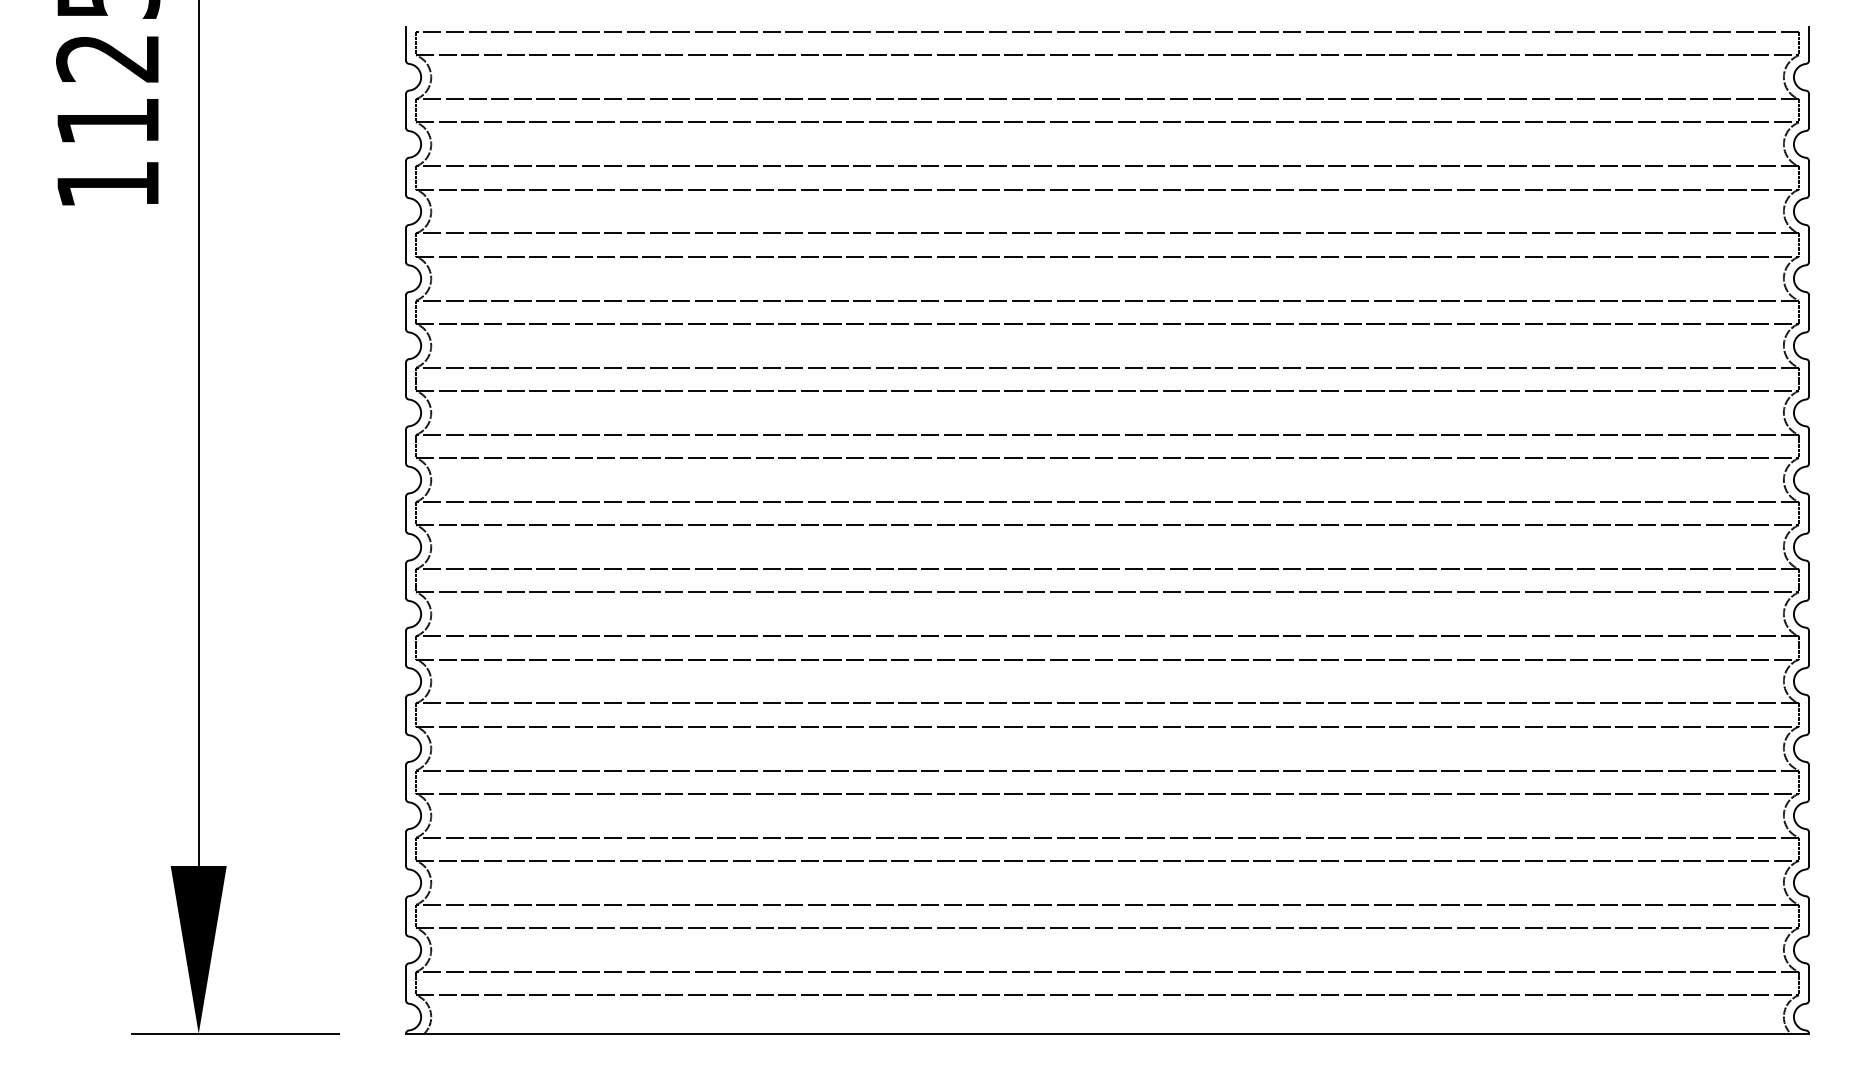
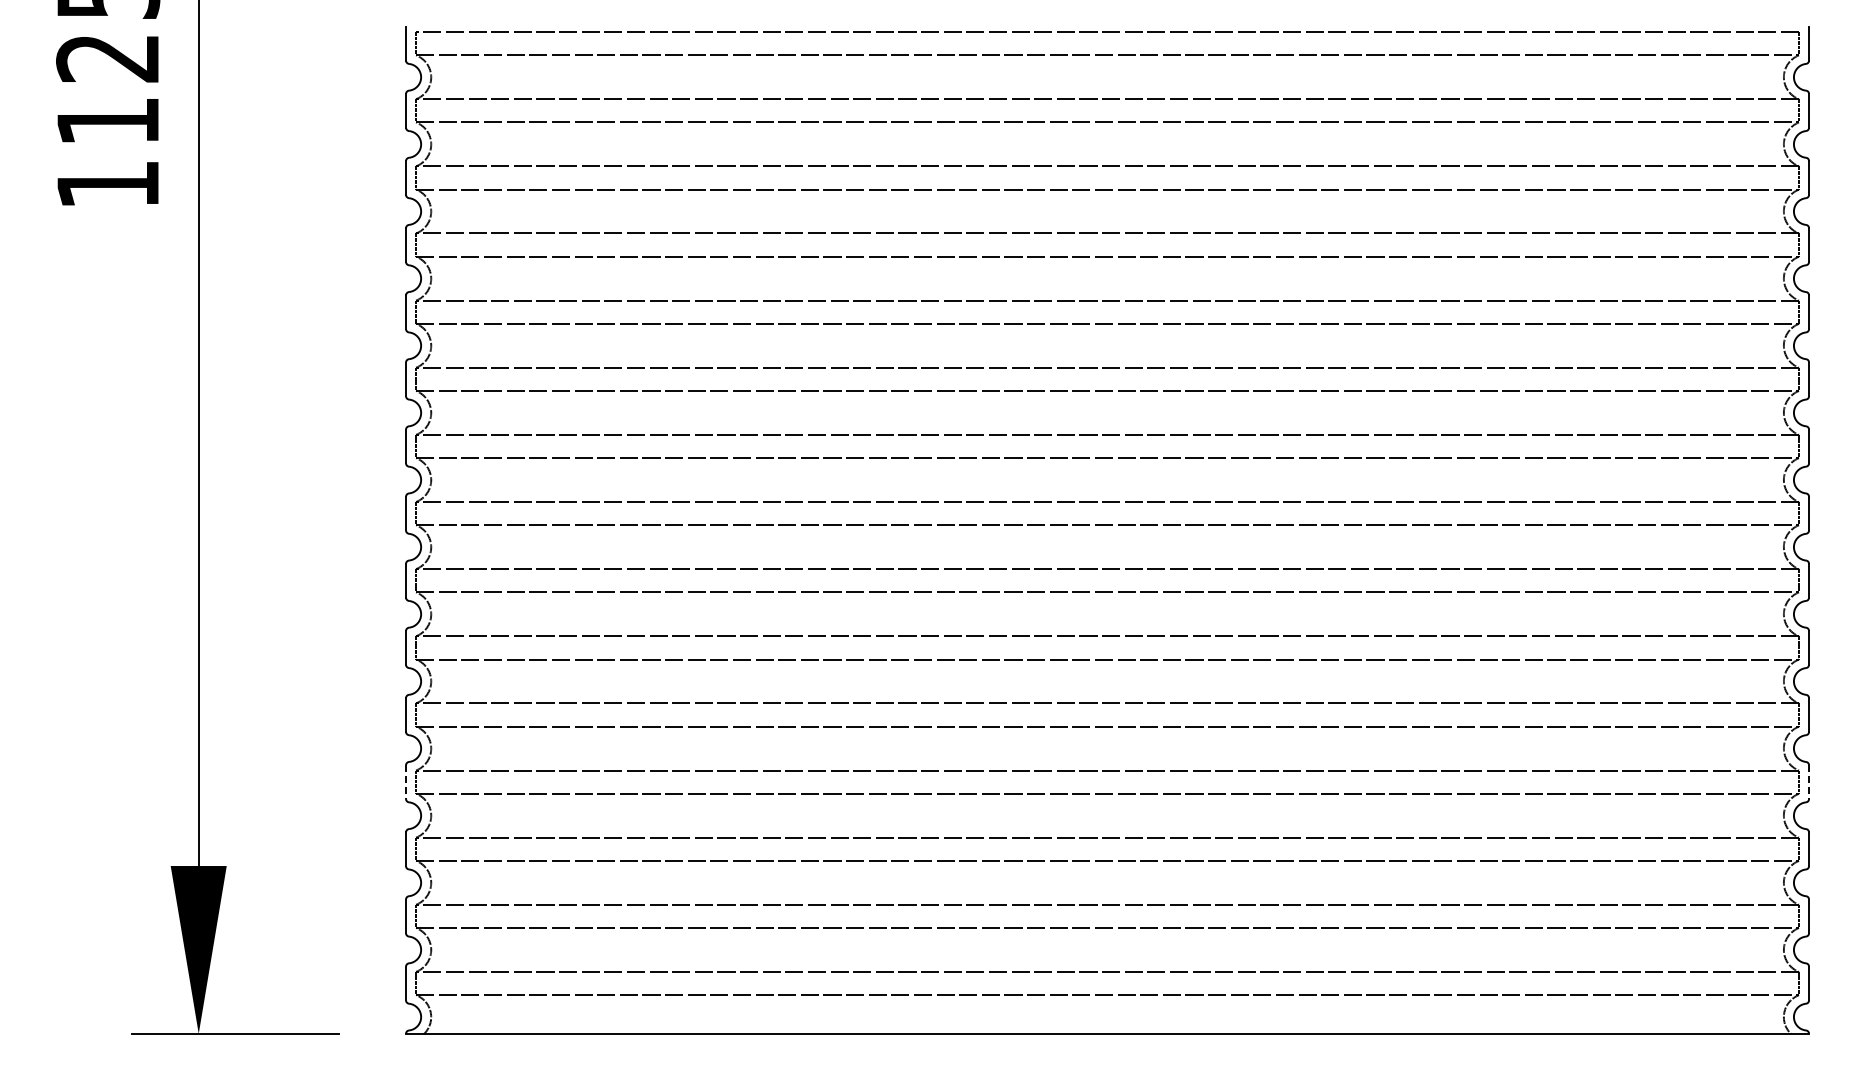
line at (406, 782): solid -> dashed
line at (1809, 782): solid -> dashed
